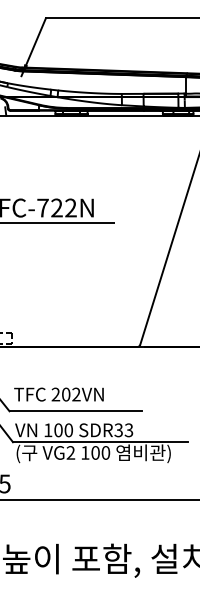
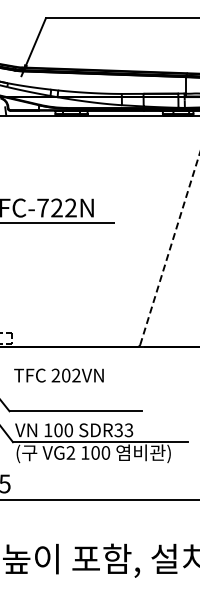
line at (170, 248): solid -> dashed
text at (58, 394) position: (58, 394) -> (58, 375)
